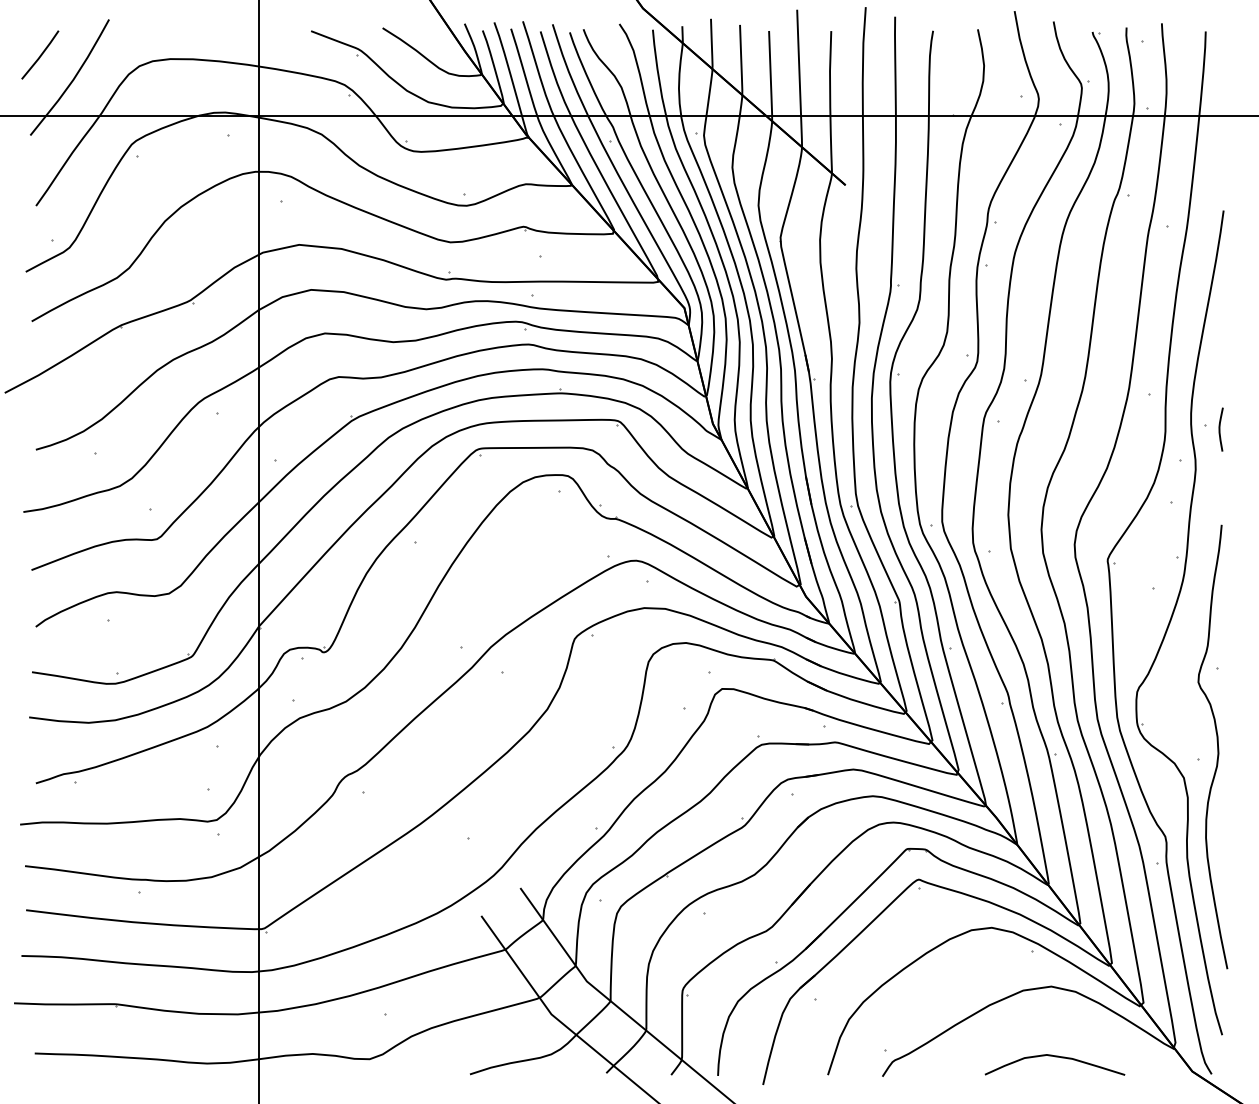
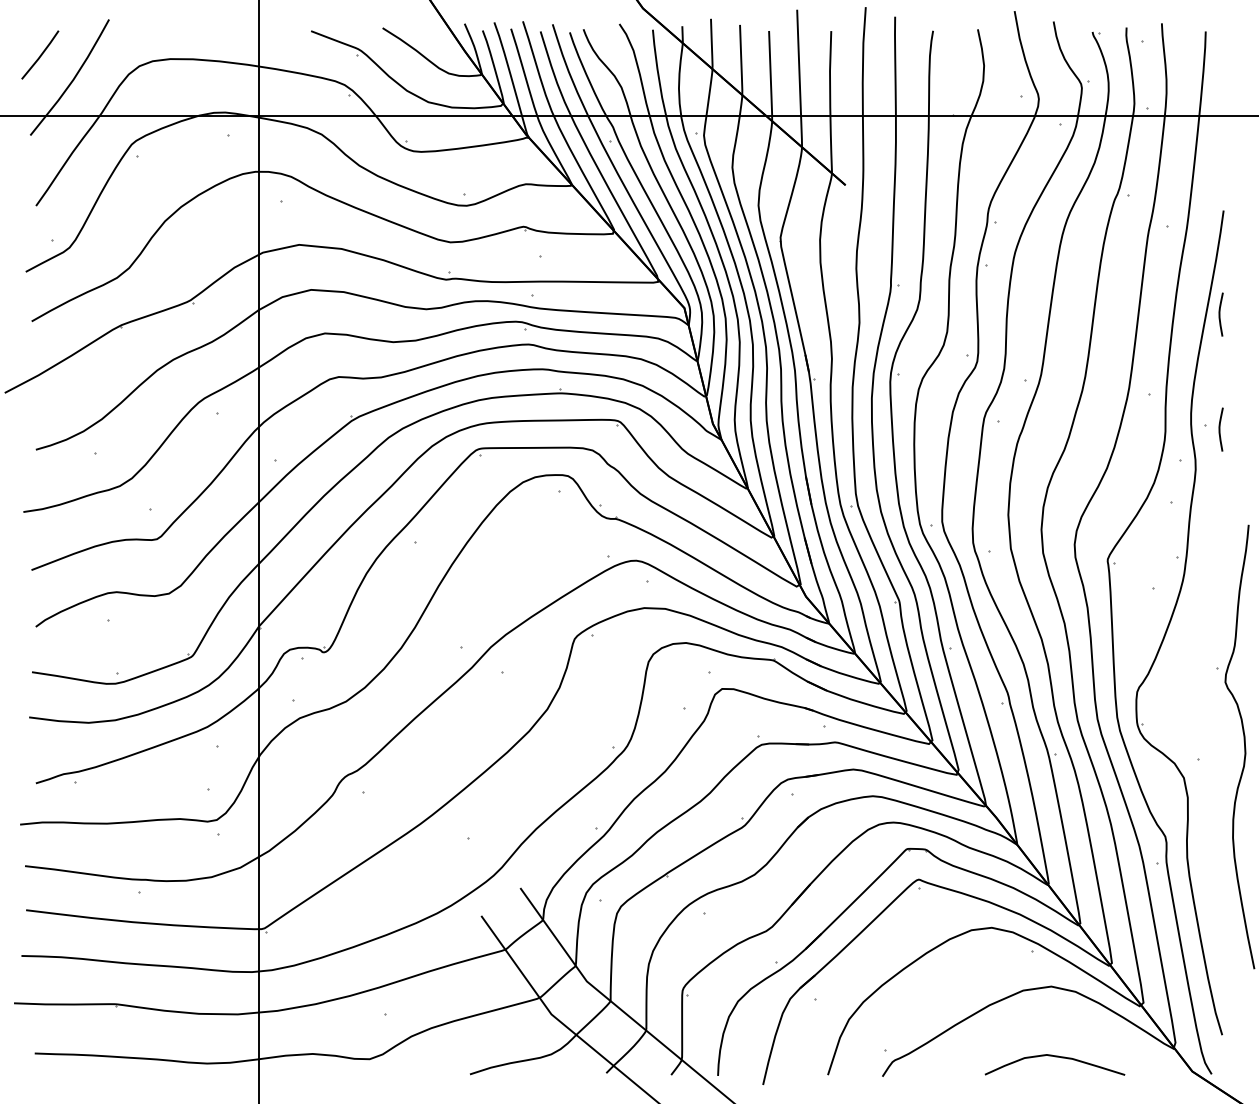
curve at (1220, 314): none -> present
curve at (1217, 746) position: (1217, 746) -> (1244, 746)
